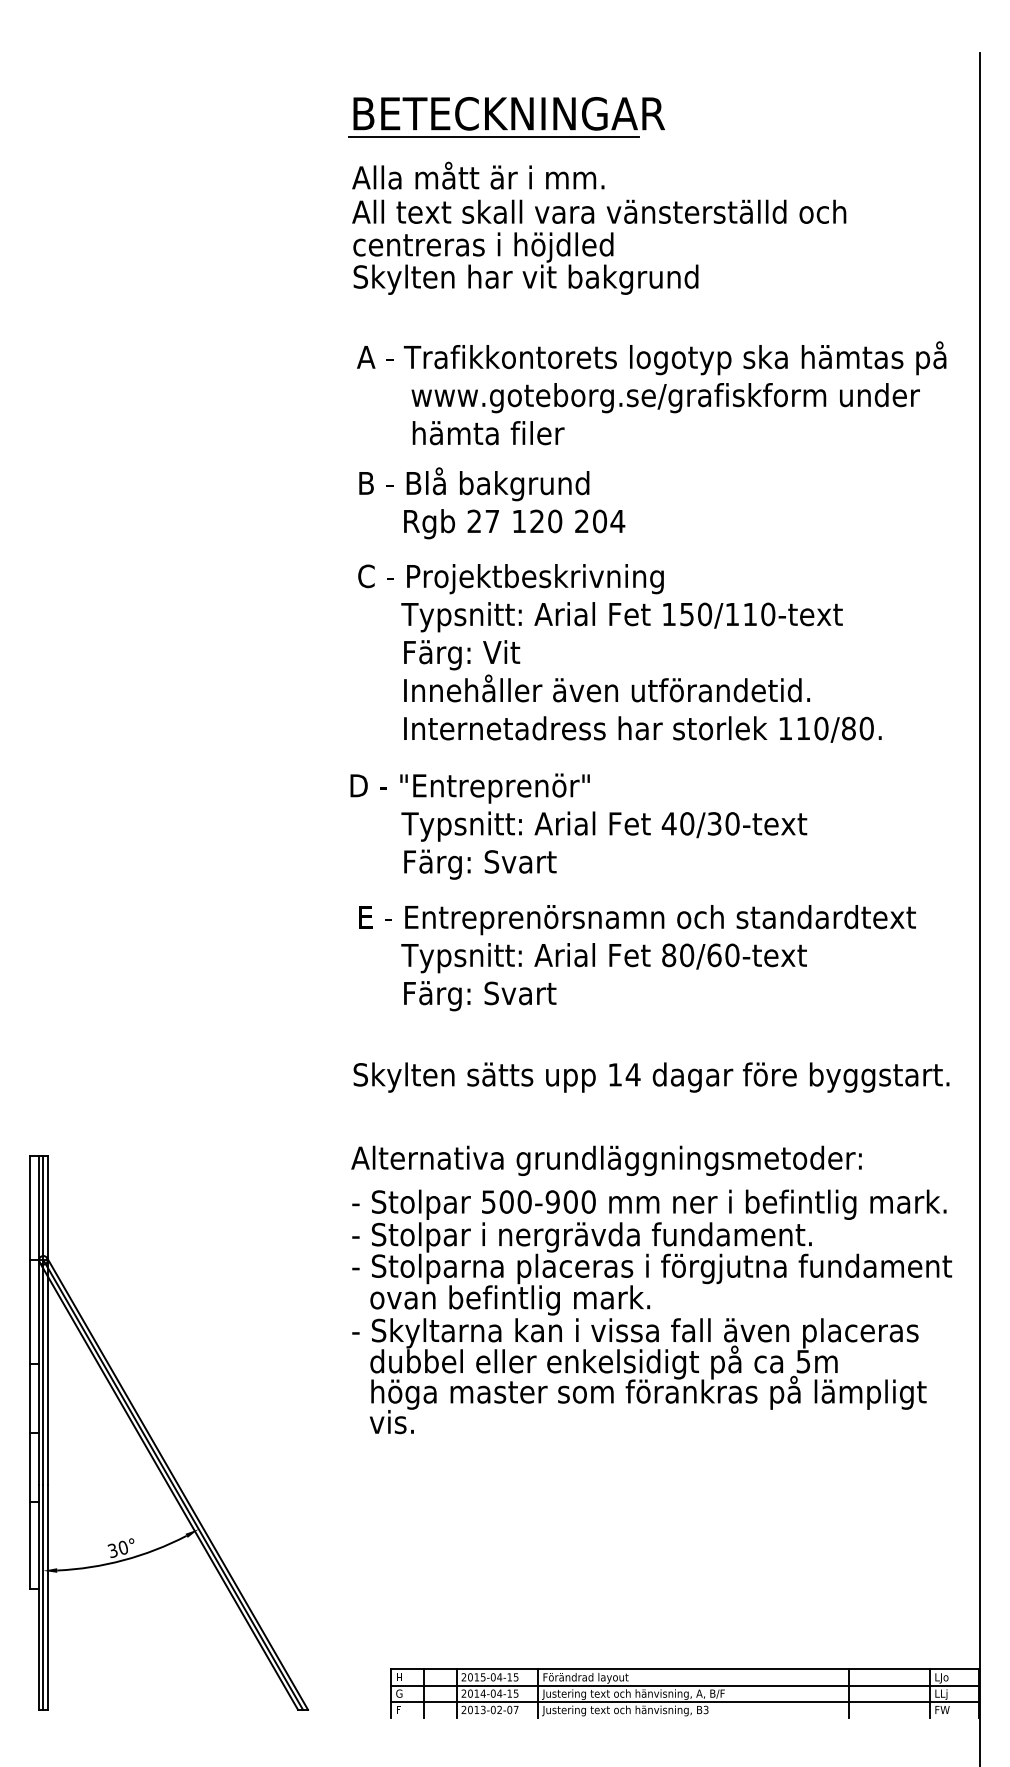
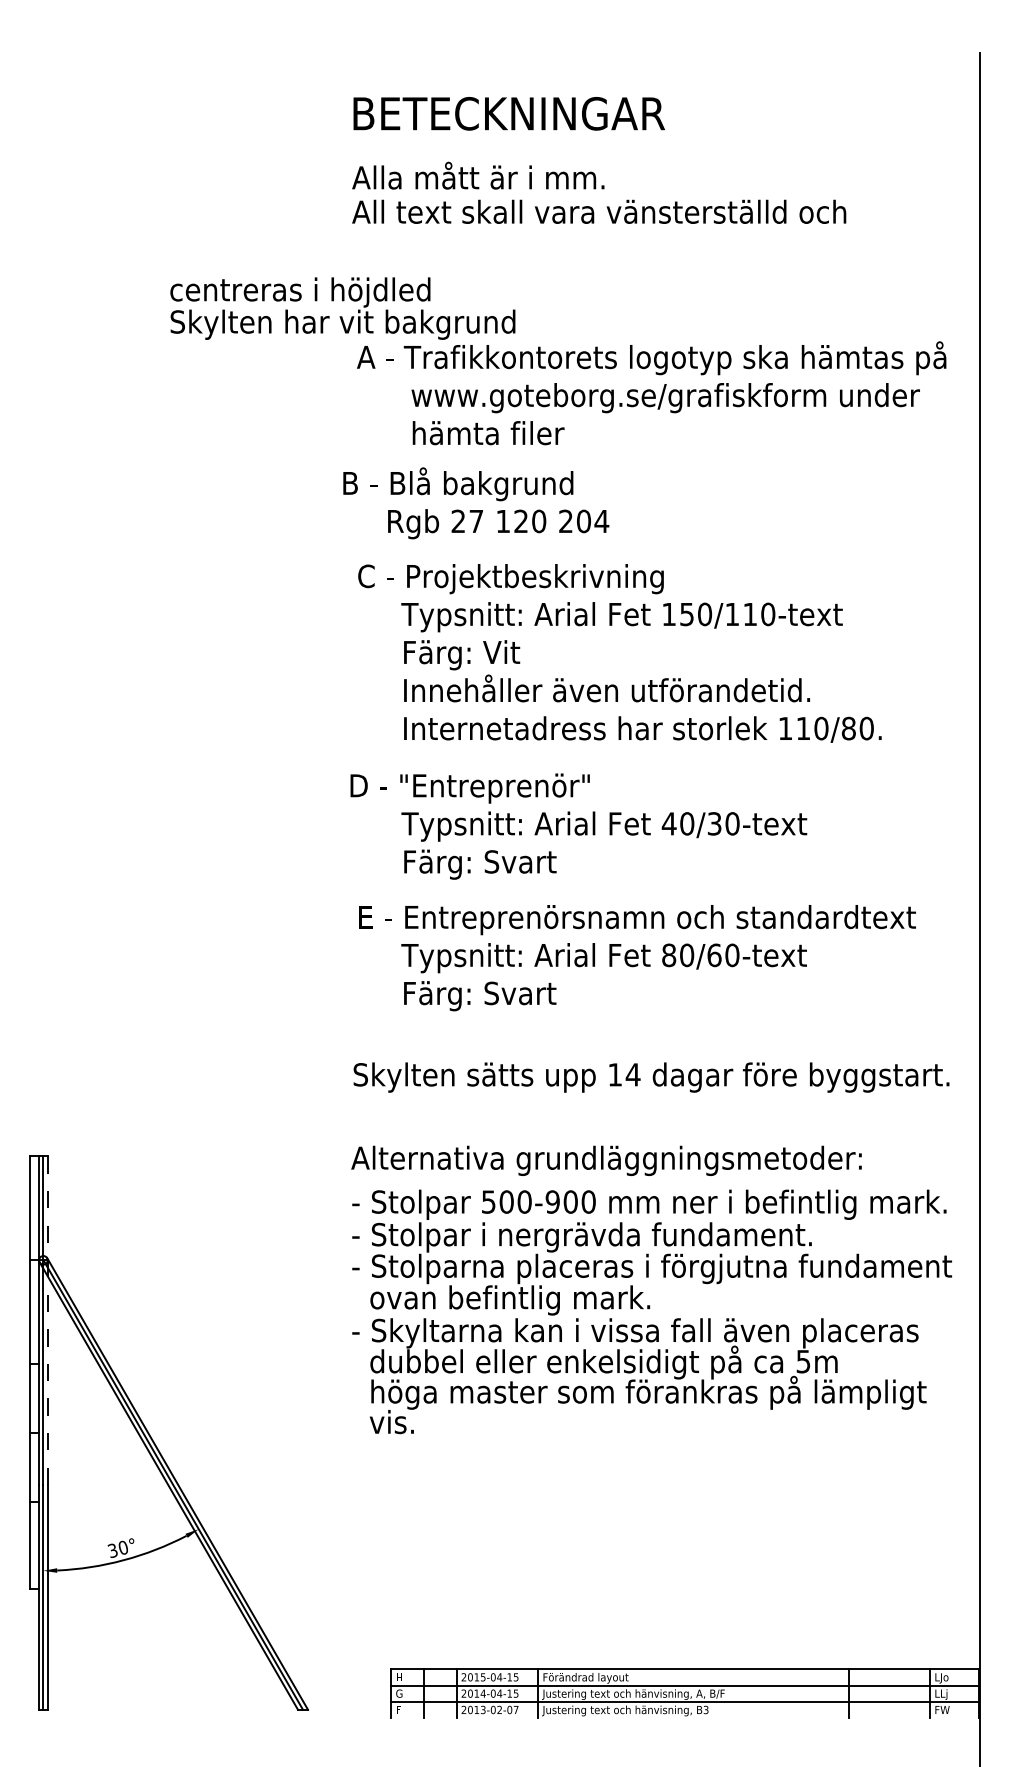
line at (493, 136): present -> none
text at (525, 263) position: (525, 263) -> (342, 308)
text at (492, 503) position: (492, 503) -> (476, 503)
line at (47, 1321): solid -> dashed
